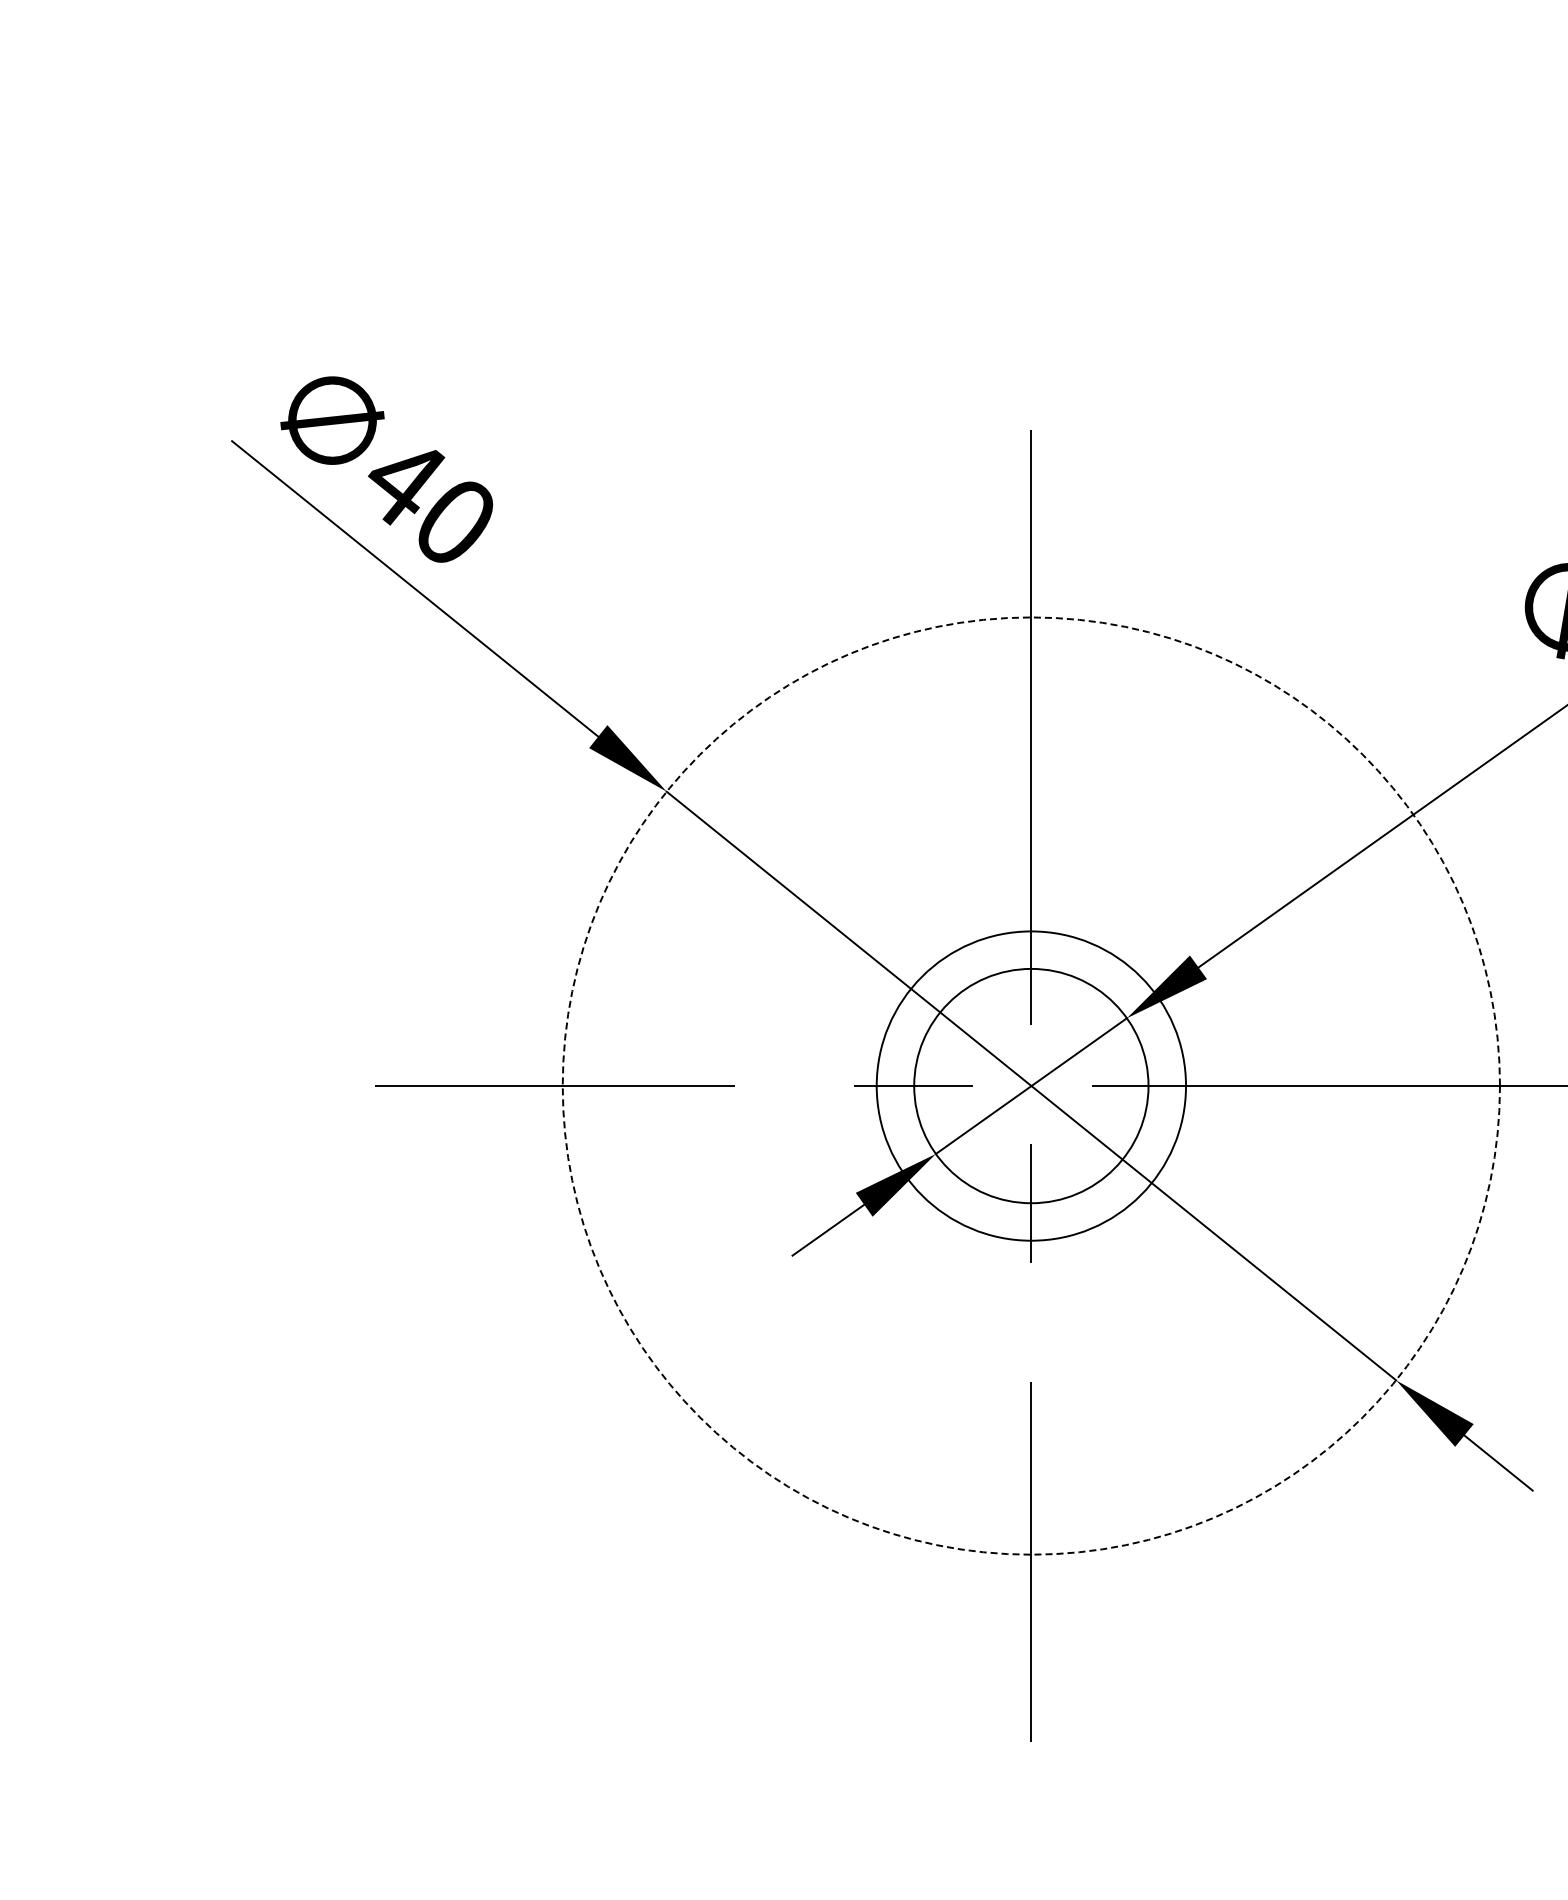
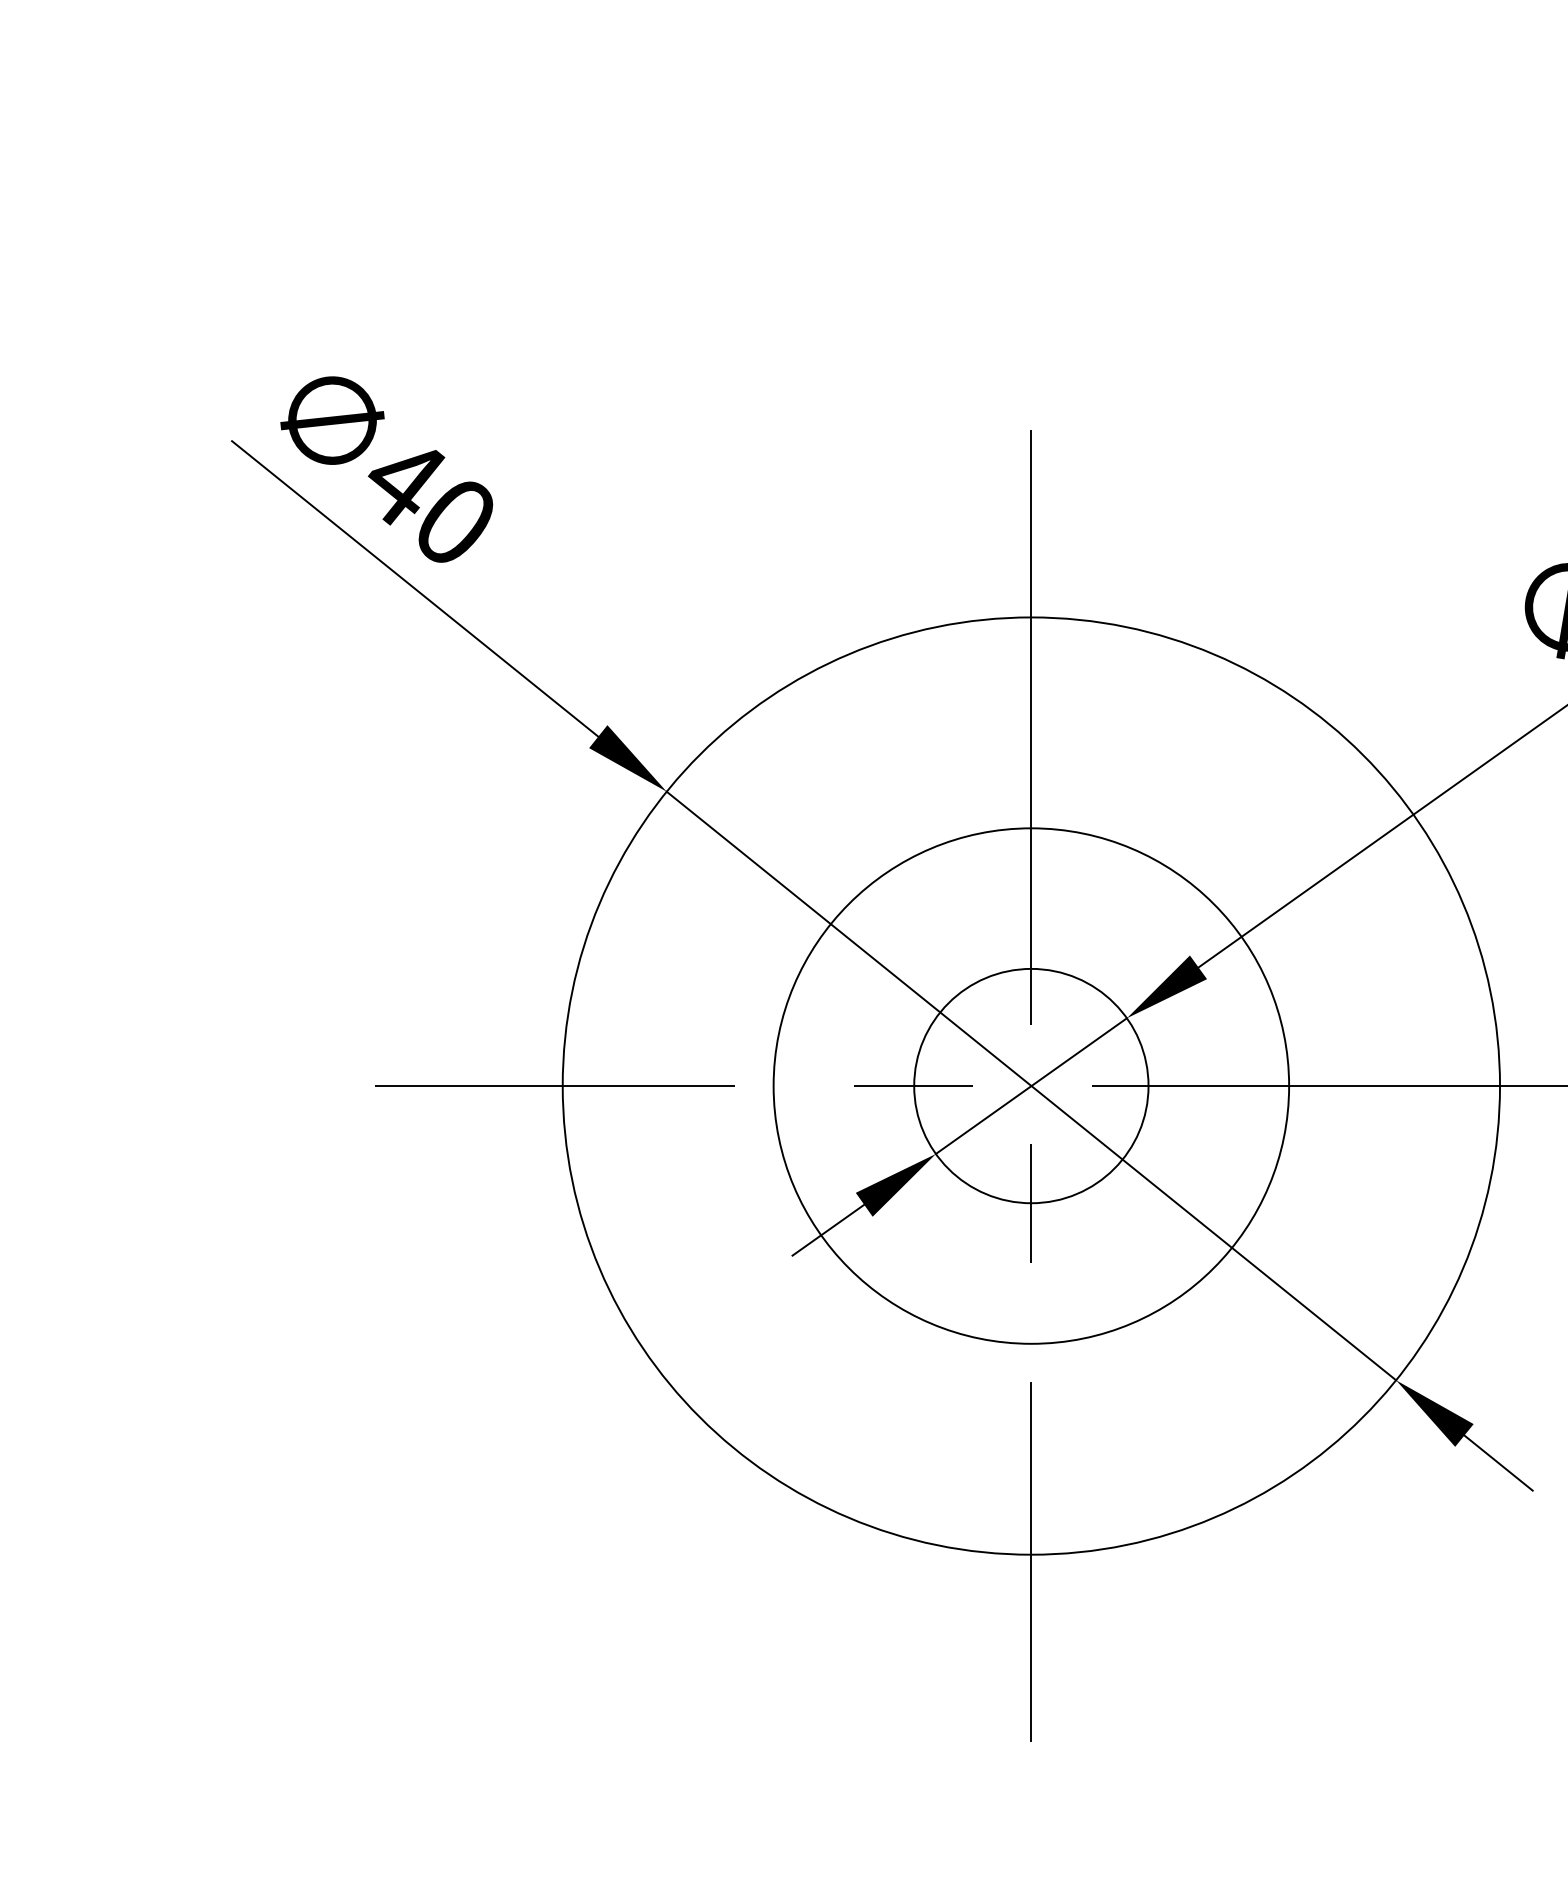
circle at (1031, 1085) diameter: 309 px -> 515 px
circle at (1031, 1085): dashed -> solid
